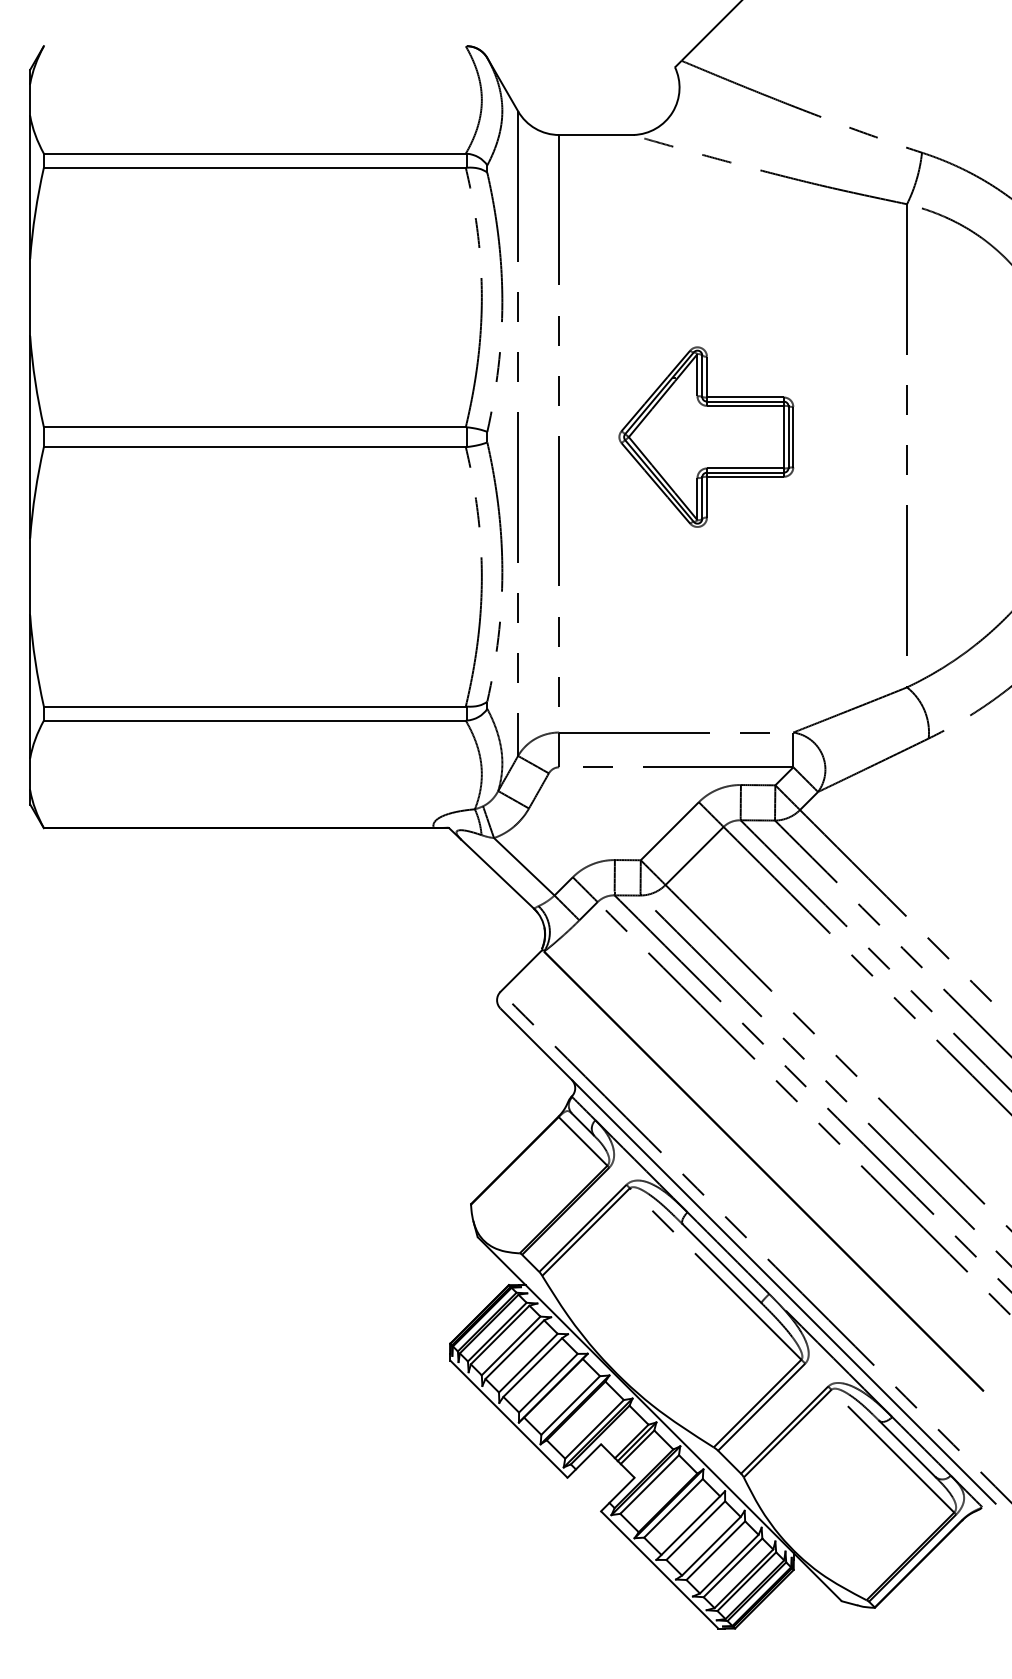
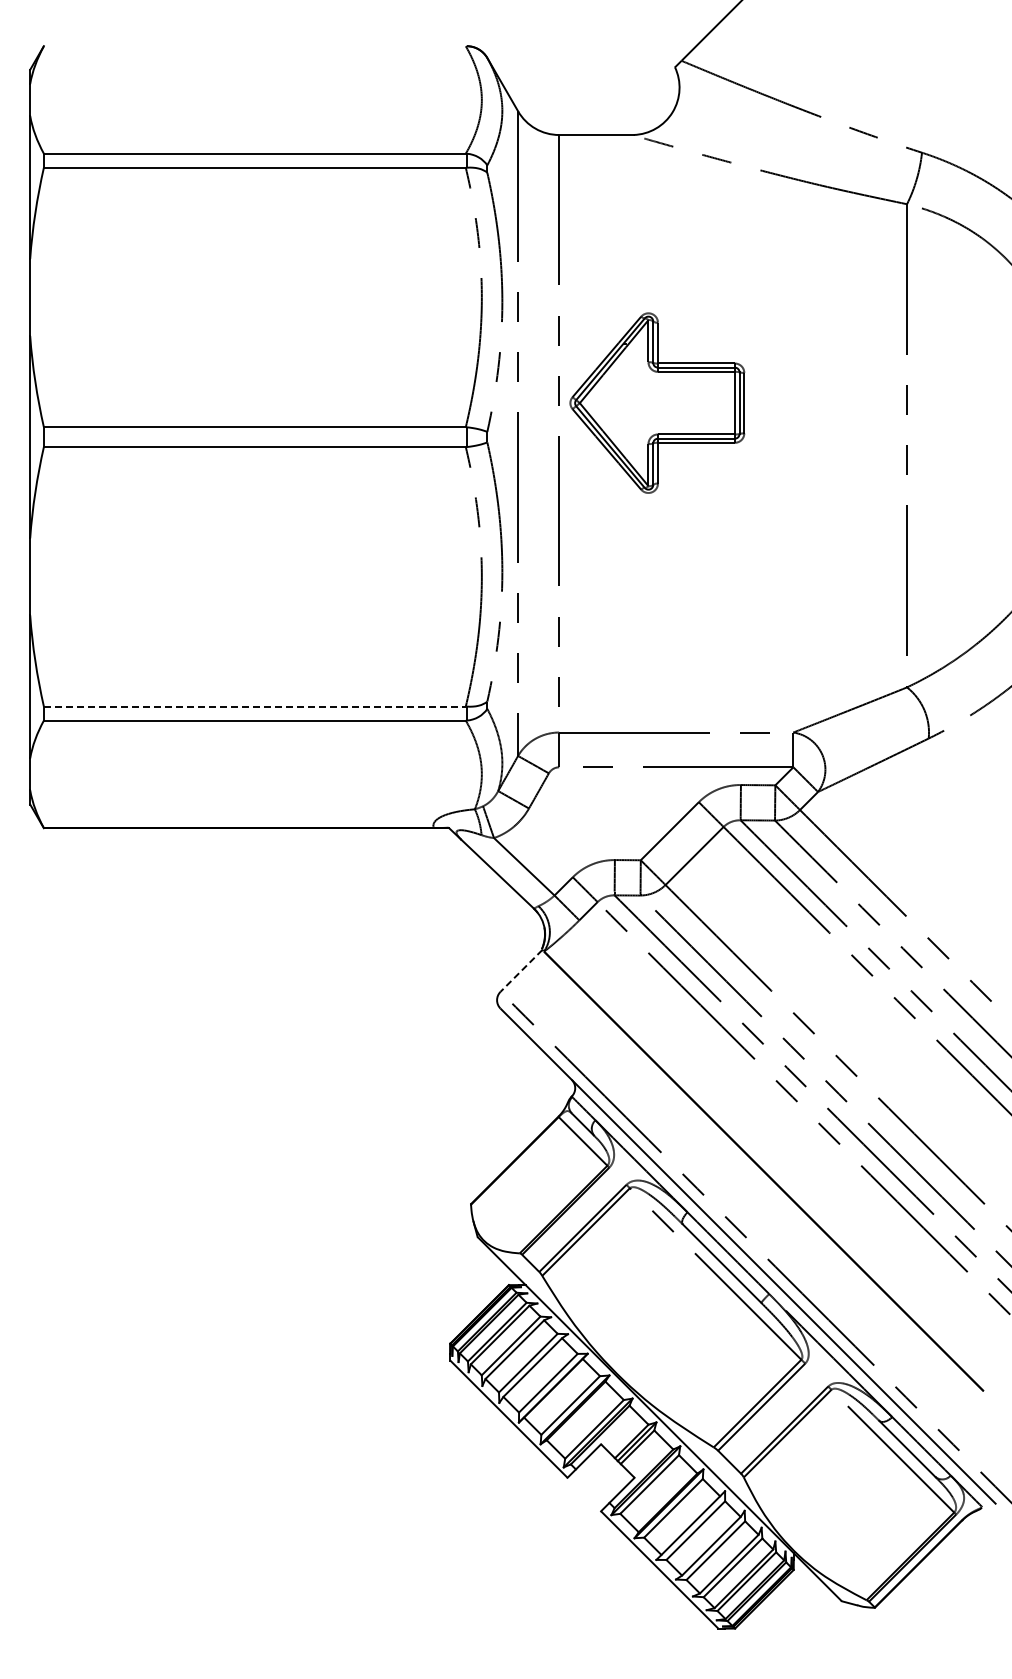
part at (706, 436) position: (706, 436) -> (657, 402)
line at (254, 706): solid -> dashed
line at (521, 970): solid -> dashed
